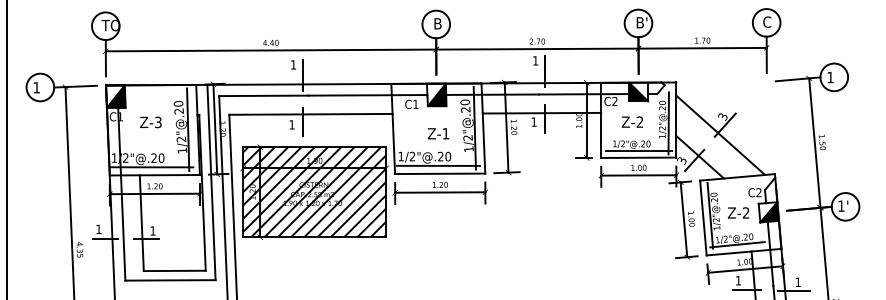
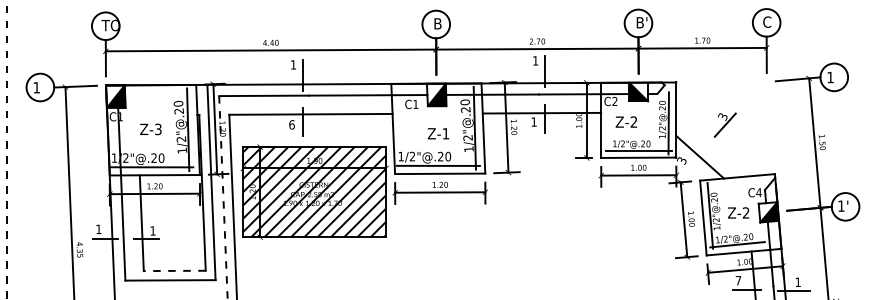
text at (631, 121) position: (631, 121) -> (625, 121)
text at (150, 122) position: (150, 122) -> (150, 129)
text at (291, 124): 1 -> 6
line at (720, 134): present -> none
line at (6, 150): solid -> dashed
line at (694, 159): present -> none
text at (758, 192): C2 -> C4
line at (223, 197): solid -> dashed
line at (174, 270): solid -> dashed
text at (738, 280): 1 -> 7
